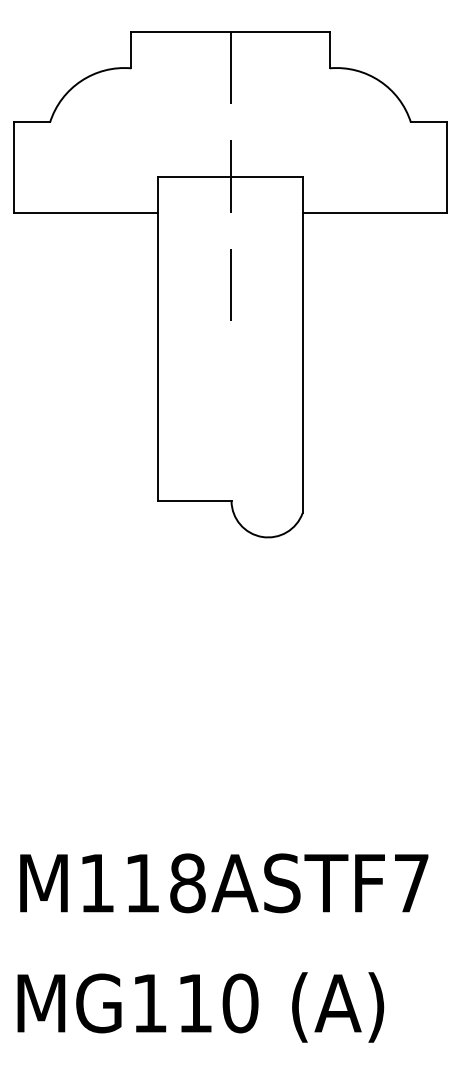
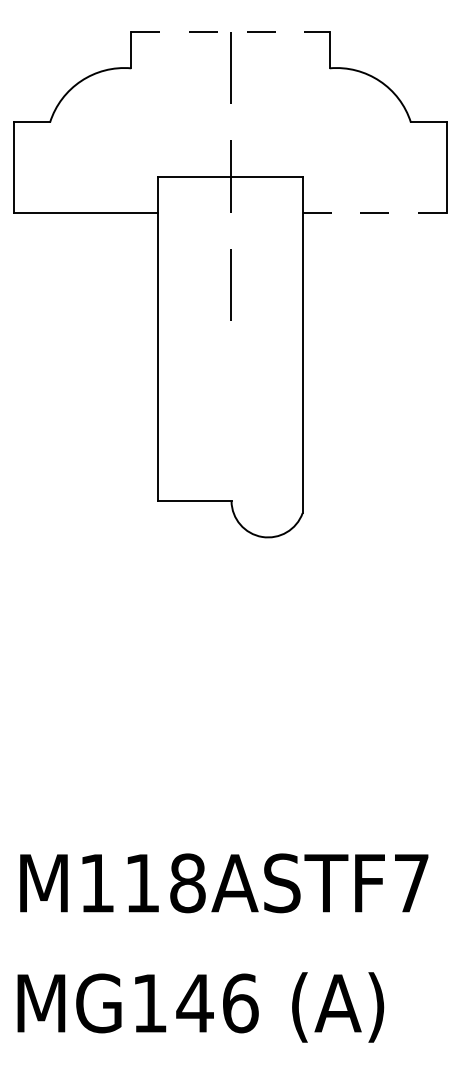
line at (230, 32): solid -> dashed
line at (375, 212): solid -> dashed
text at (217, 1003): MG110 -> MG146
